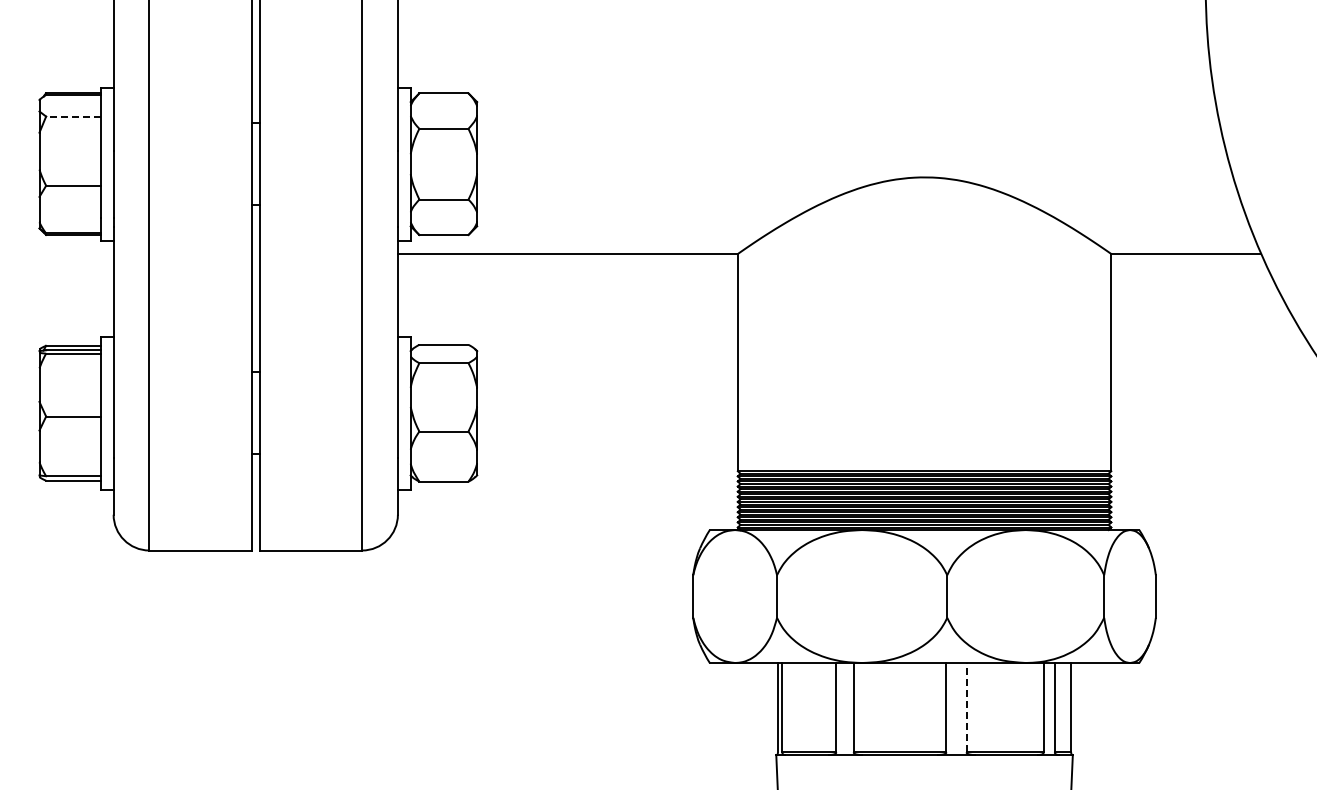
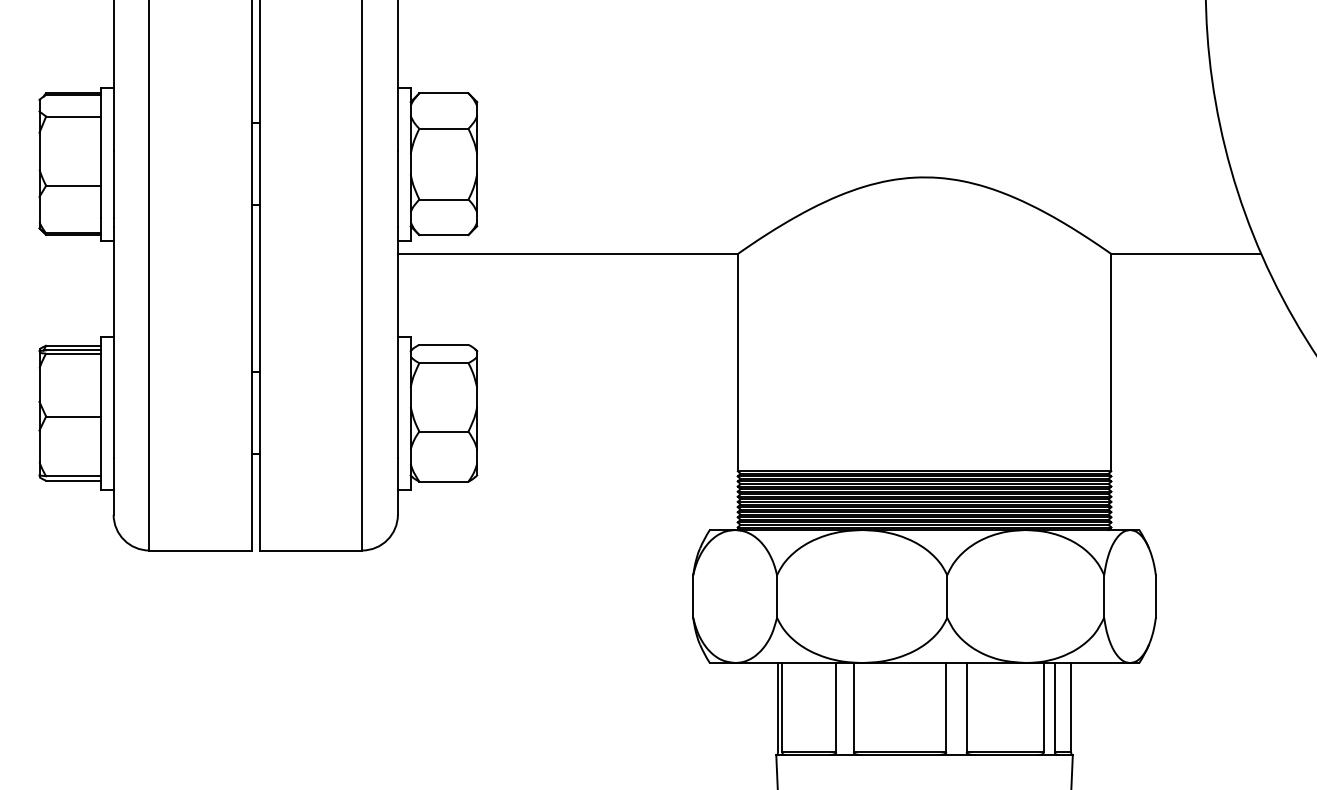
line at (73, 116): dashed -> solid
line at (966, 707): dashed -> solid
